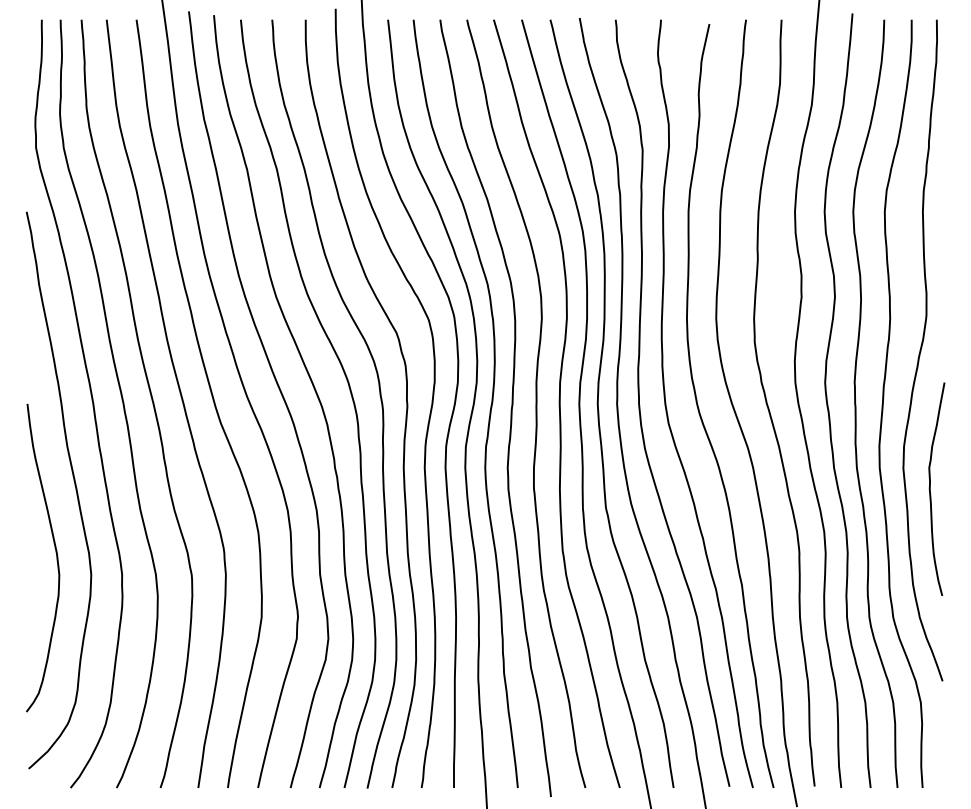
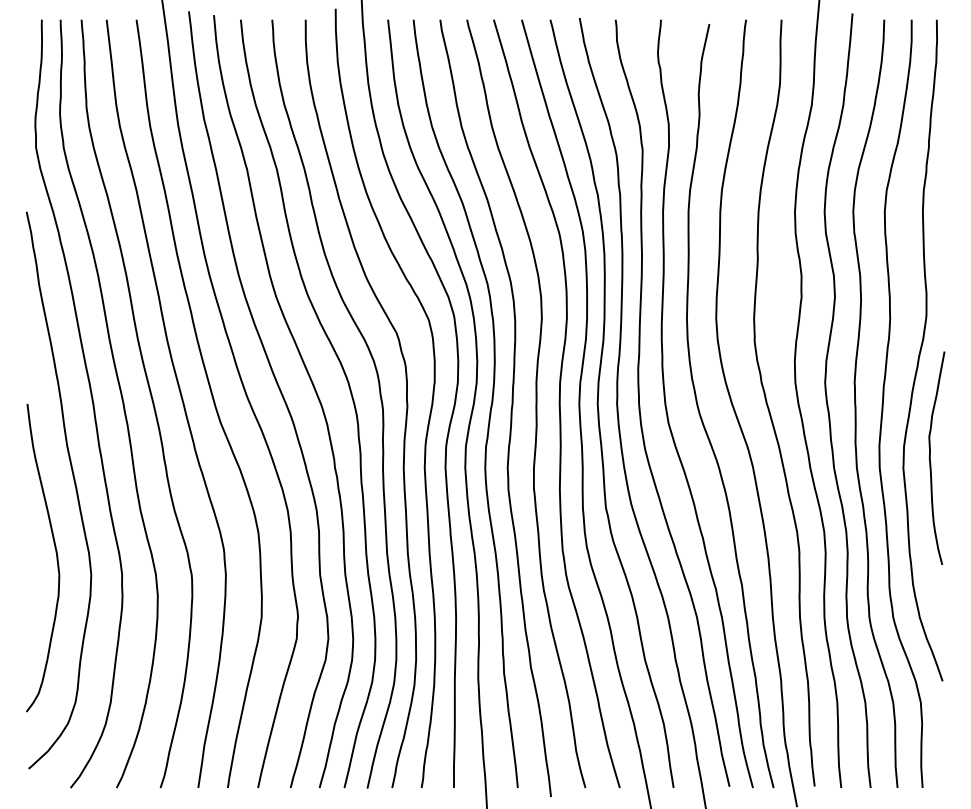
curve at (930, 488) position: (930, 488) -> (930, 457)
